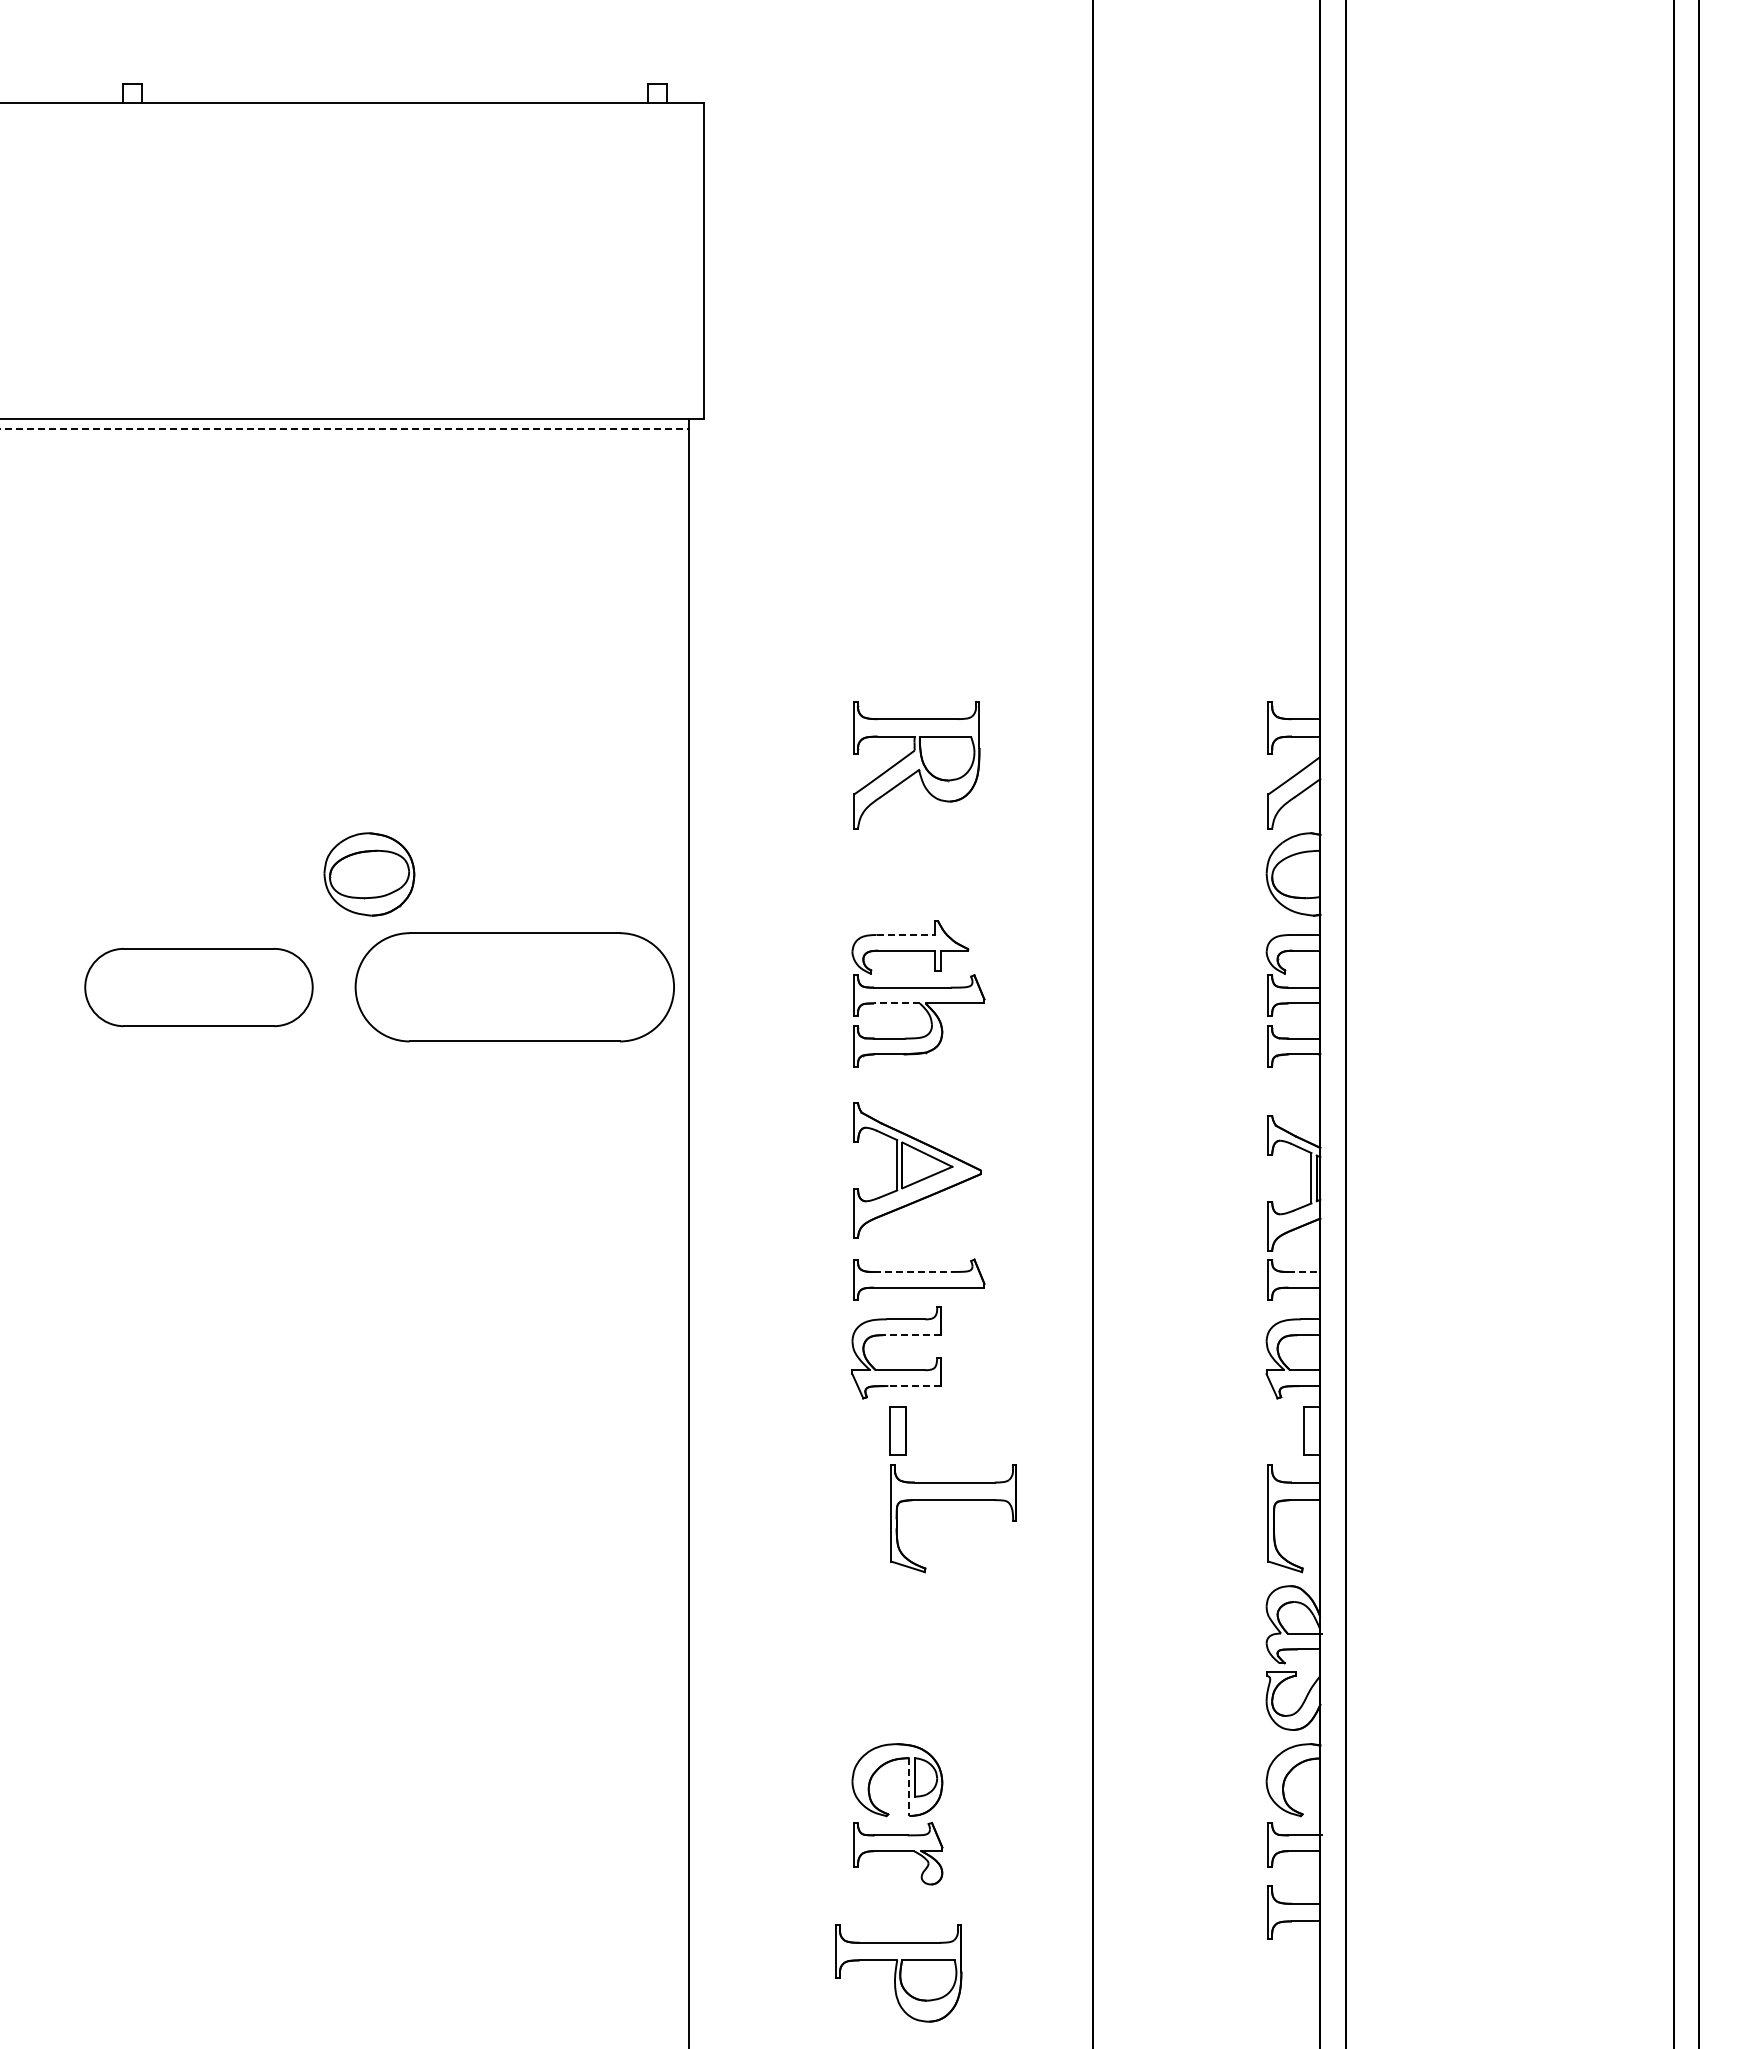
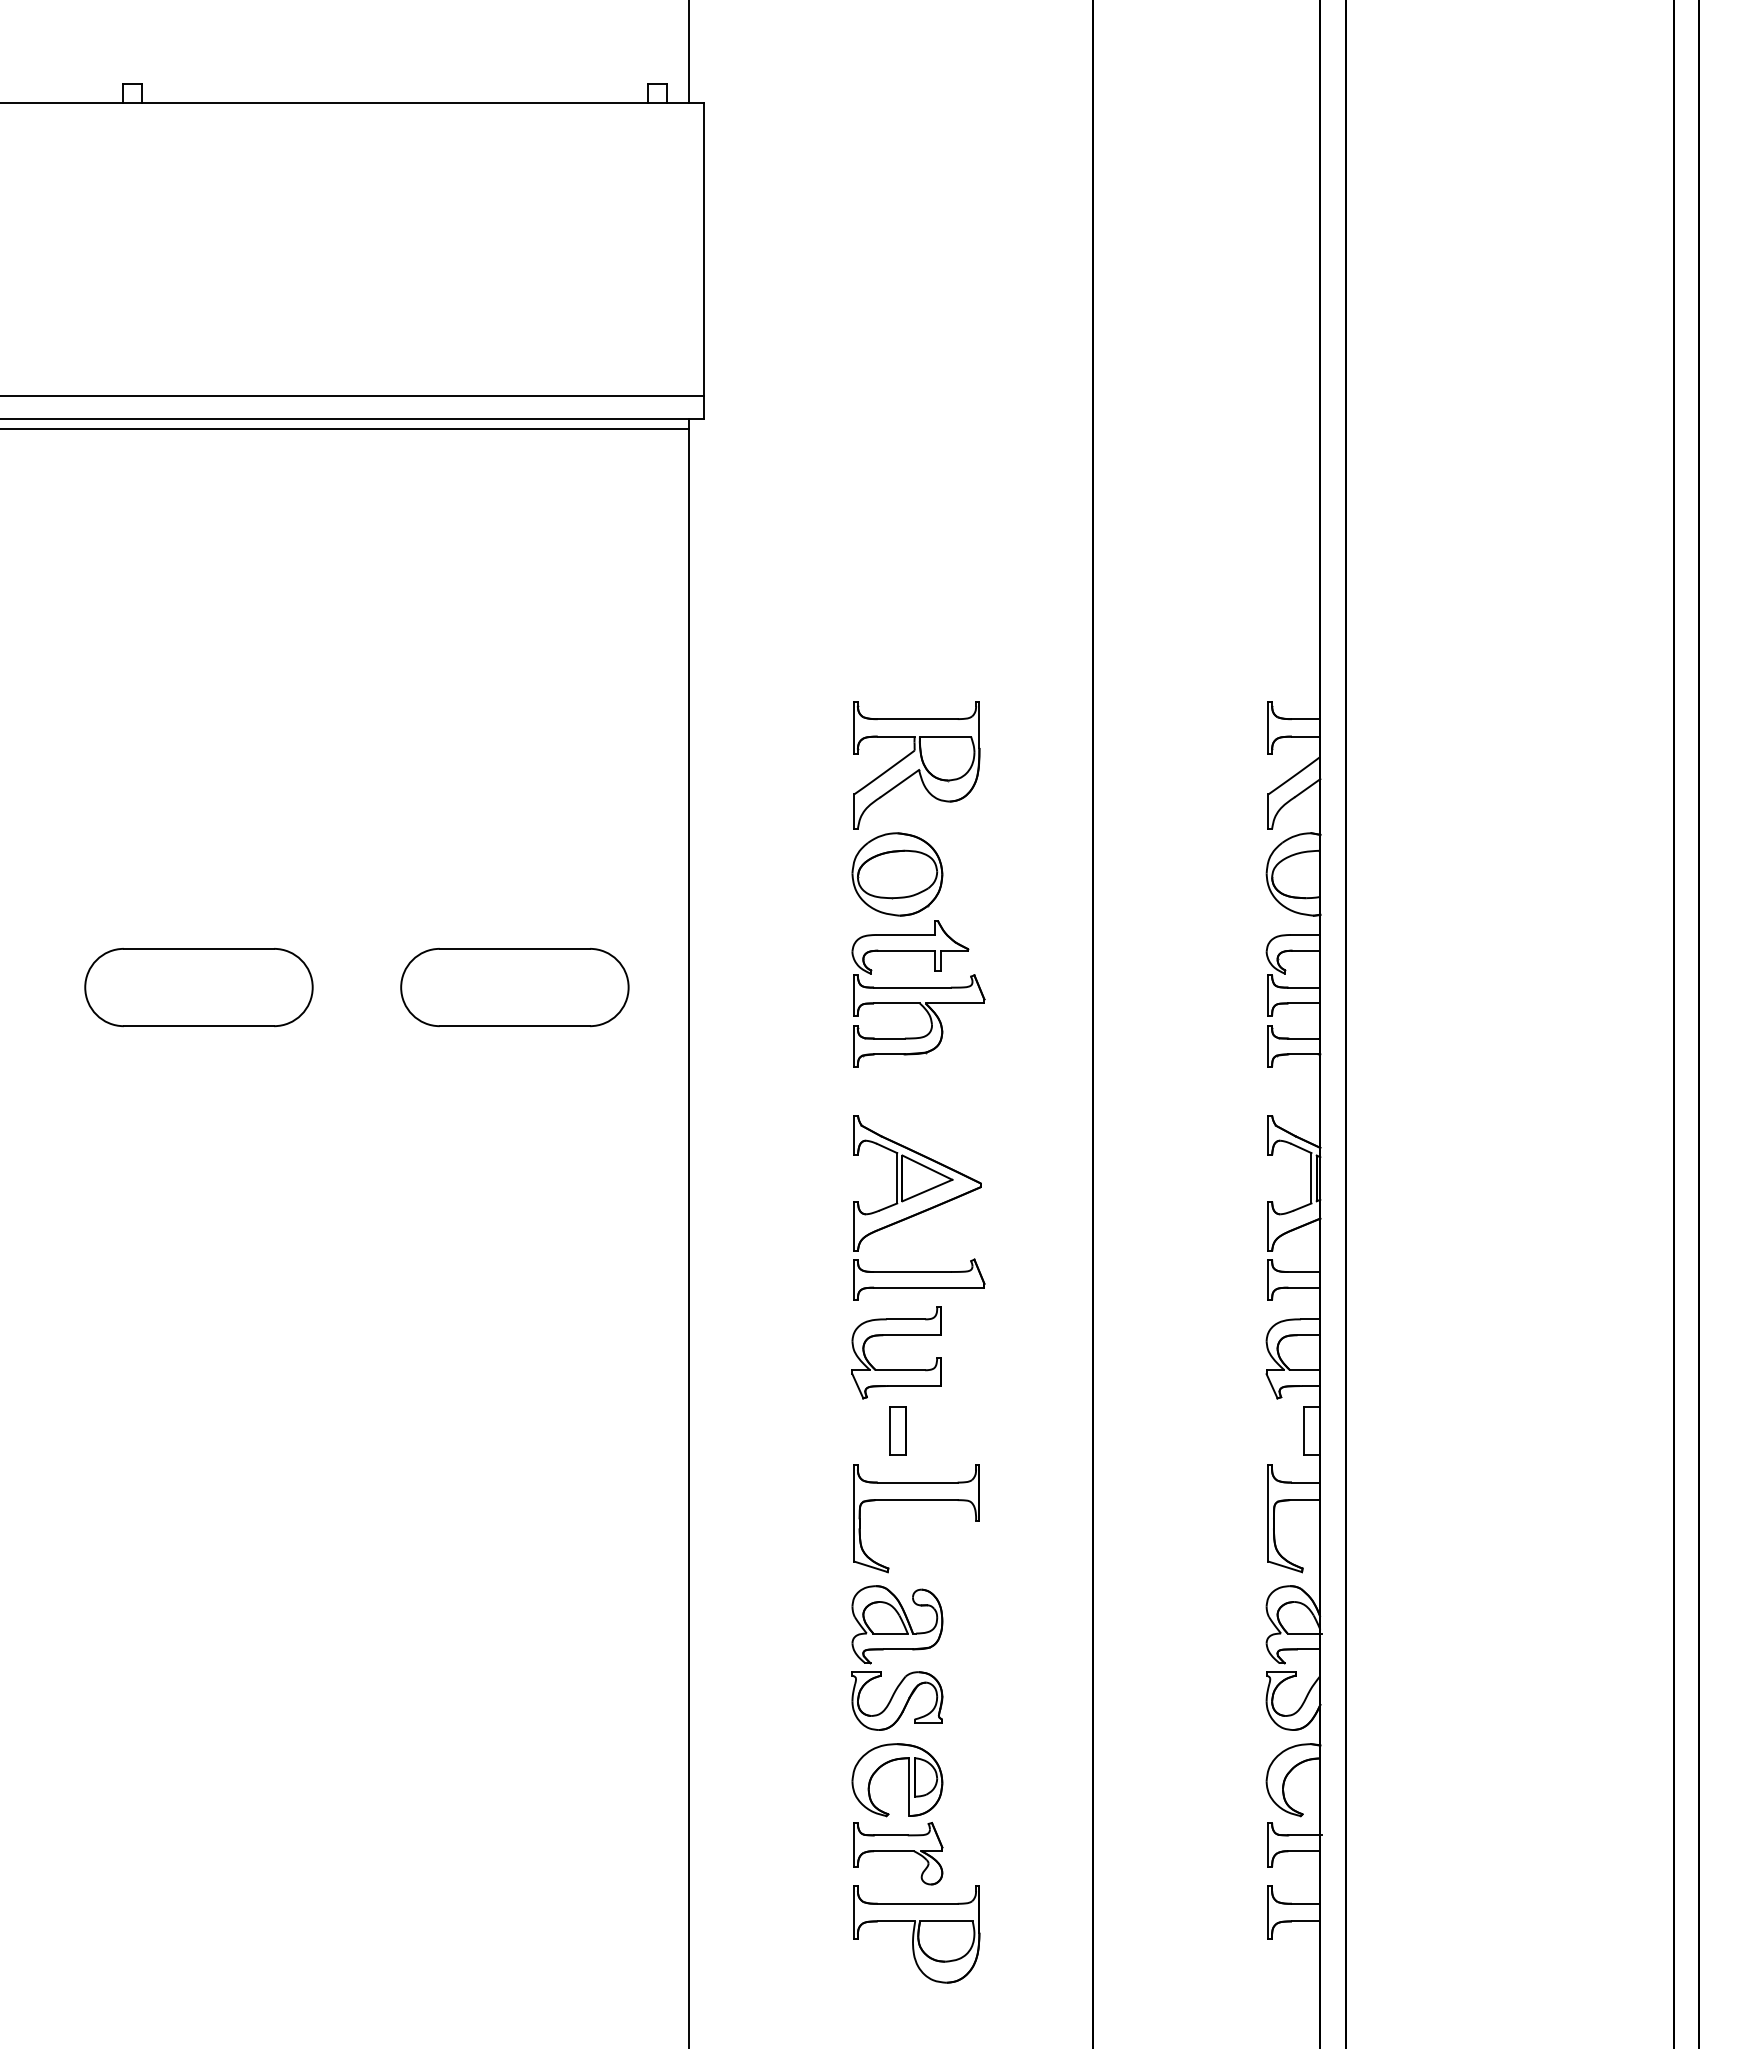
line at (688, 52): none -> present
line at (353, 396): none -> present
line at (344, 428): dashed -> solid
part at (369, 874) position: (369, 874) -> (897, 874)
line at (906, 934): dashed -> solid
part at (514, 987) size: 321x111 px -> 230x80 px
line at (896, 1003): dashed -> solid
part at (917, 1170) position: (917, 1170) -> (917, 1183)
line at (912, 1271): dashed -> solid
line at (1304, 1271): dashed -> solid
line at (911, 1335): dashed -> solid
line at (914, 1386): dashed -> solid
part at (953, 1500) position: (953, 1500) -> (916, 1500)
part at (897, 1649): none -> present
line at (909, 1787): dashed -> solid
part at (898, 1973) position: (898, 1973) -> (916, 1934)
